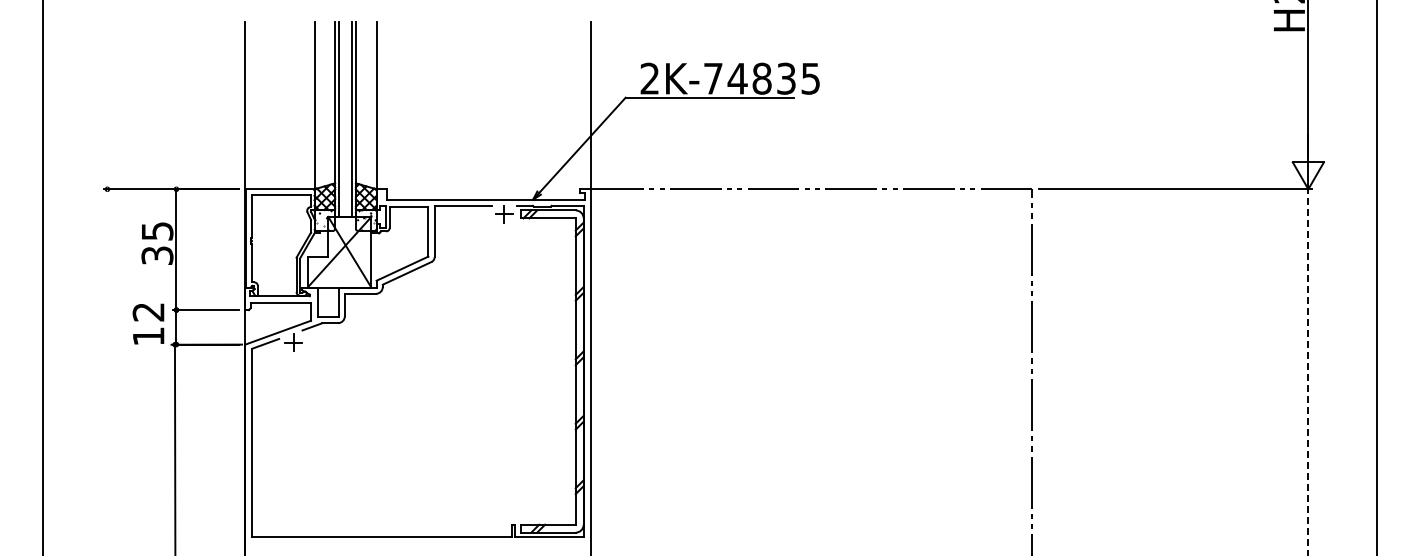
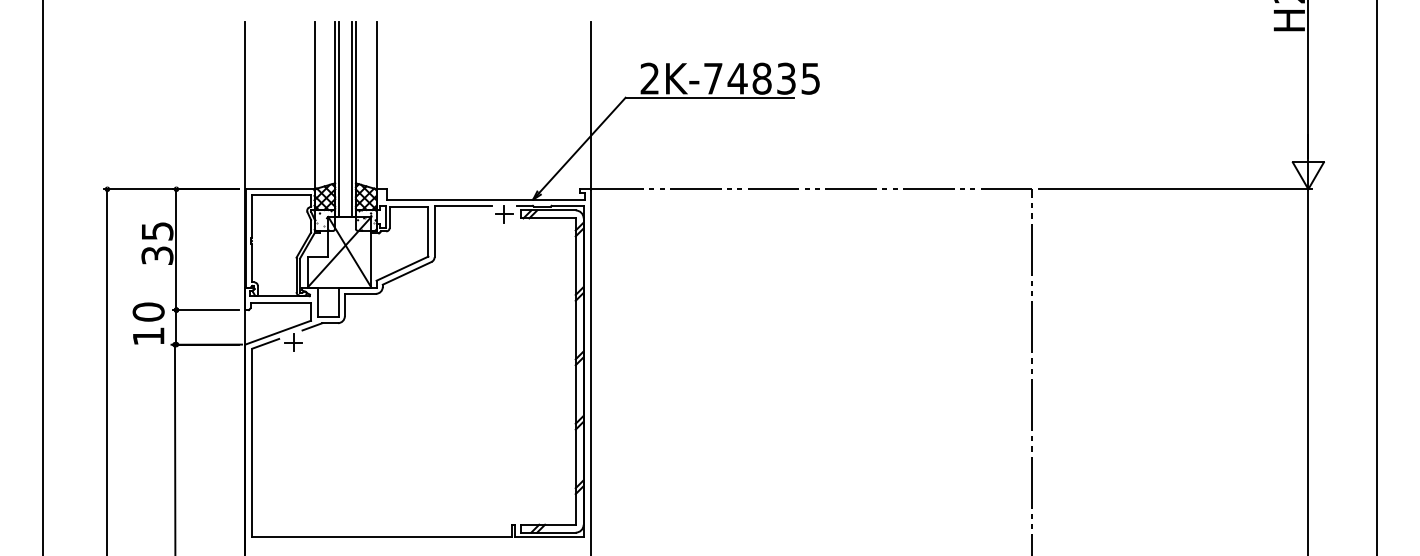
text at (148, 311): 12 -> 10
line at (107, 370): none -> present
line at (1308, 372): dashed -> solid
